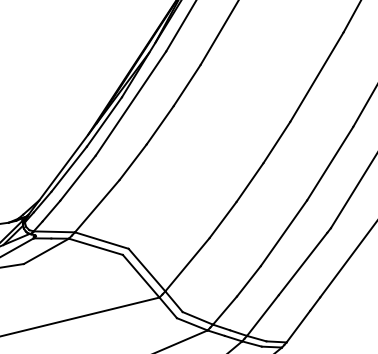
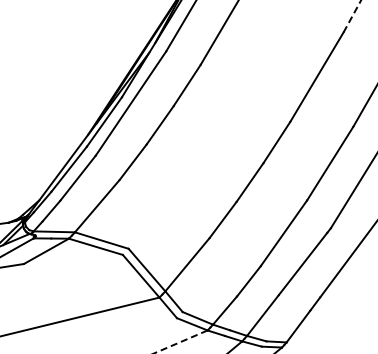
line at (352, 15): solid -> dashed
line at (180, 342): solid -> dashed
